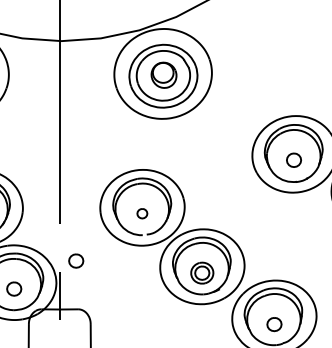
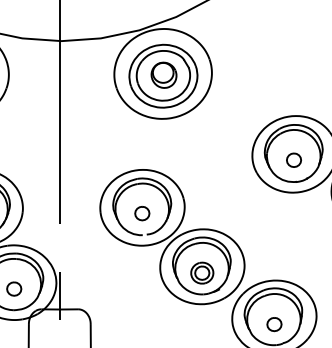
part at (142, 213) size: 13x12 px -> 17x16 px
part at (76, 260): present -> none
